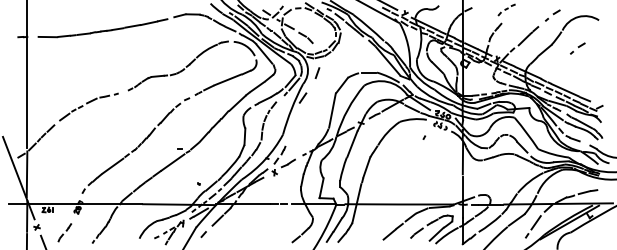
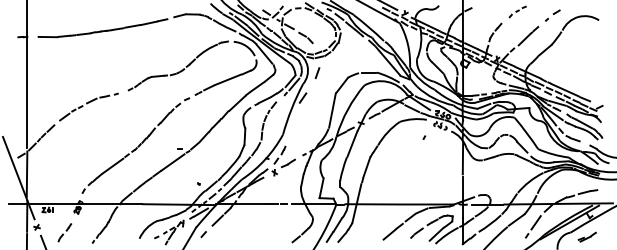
part at (506, 9) position: (506, 9) -> (517, 11)
part at (577, 48): present -> none
part at (586, 236): none -> present
